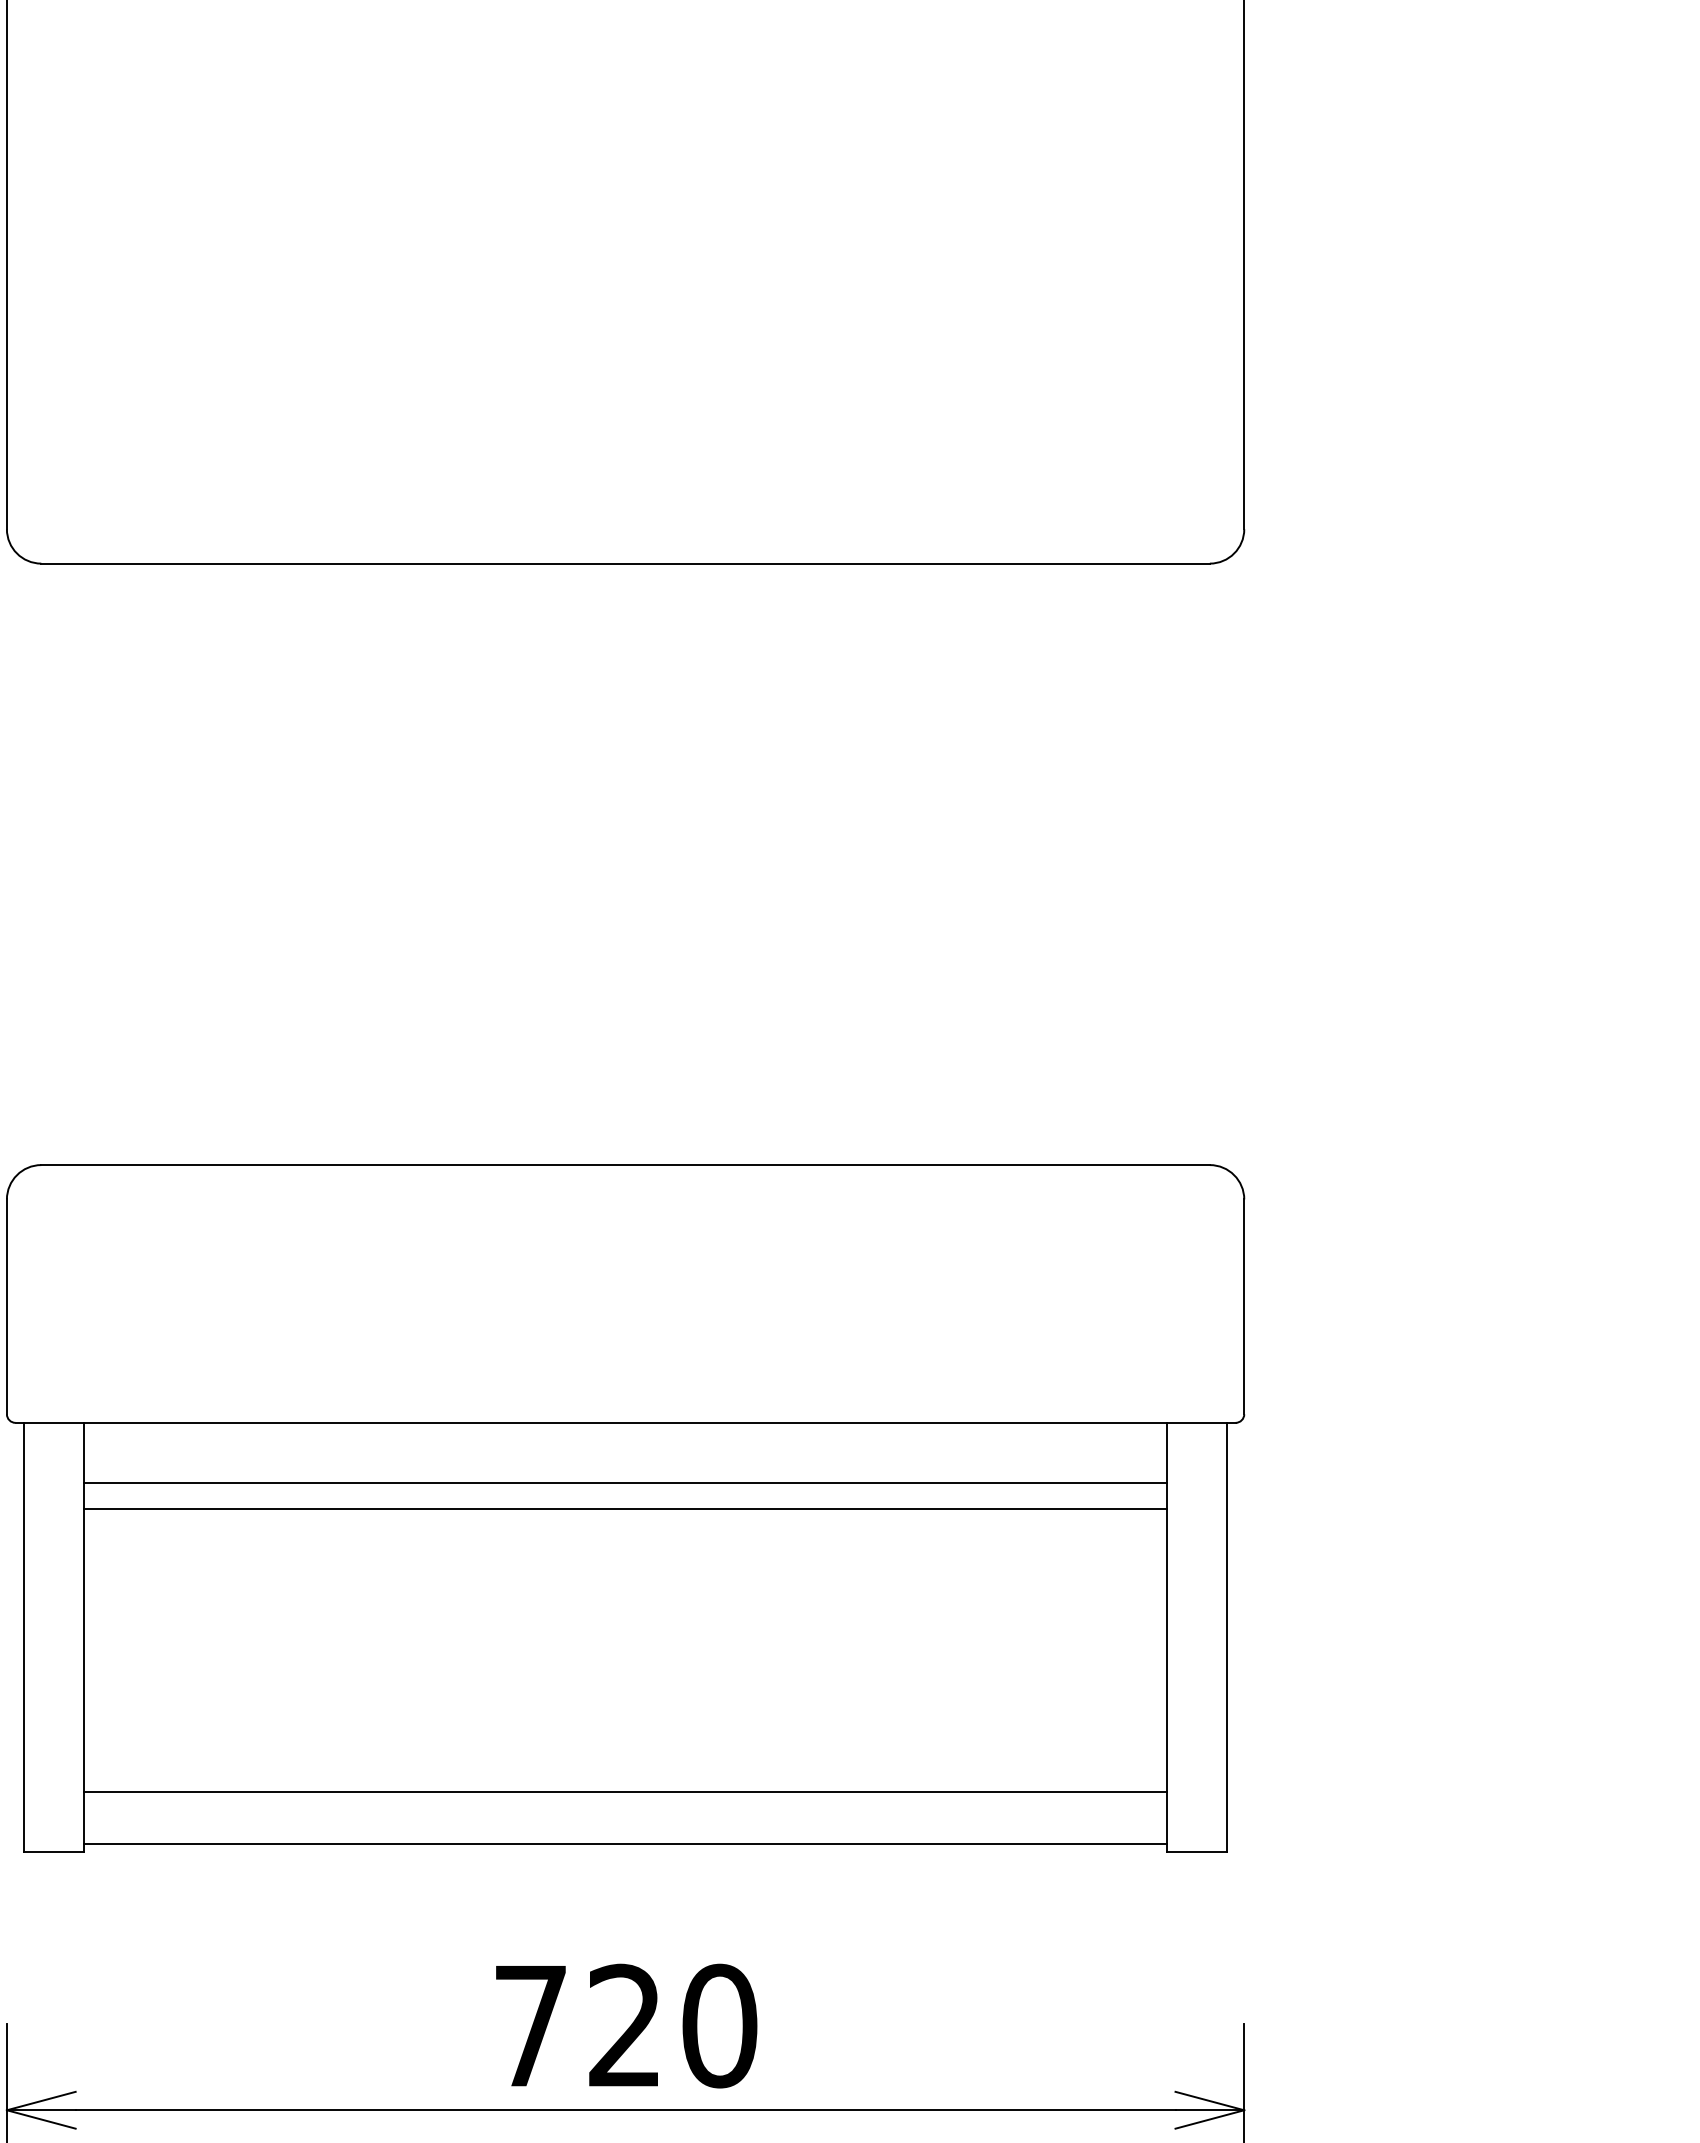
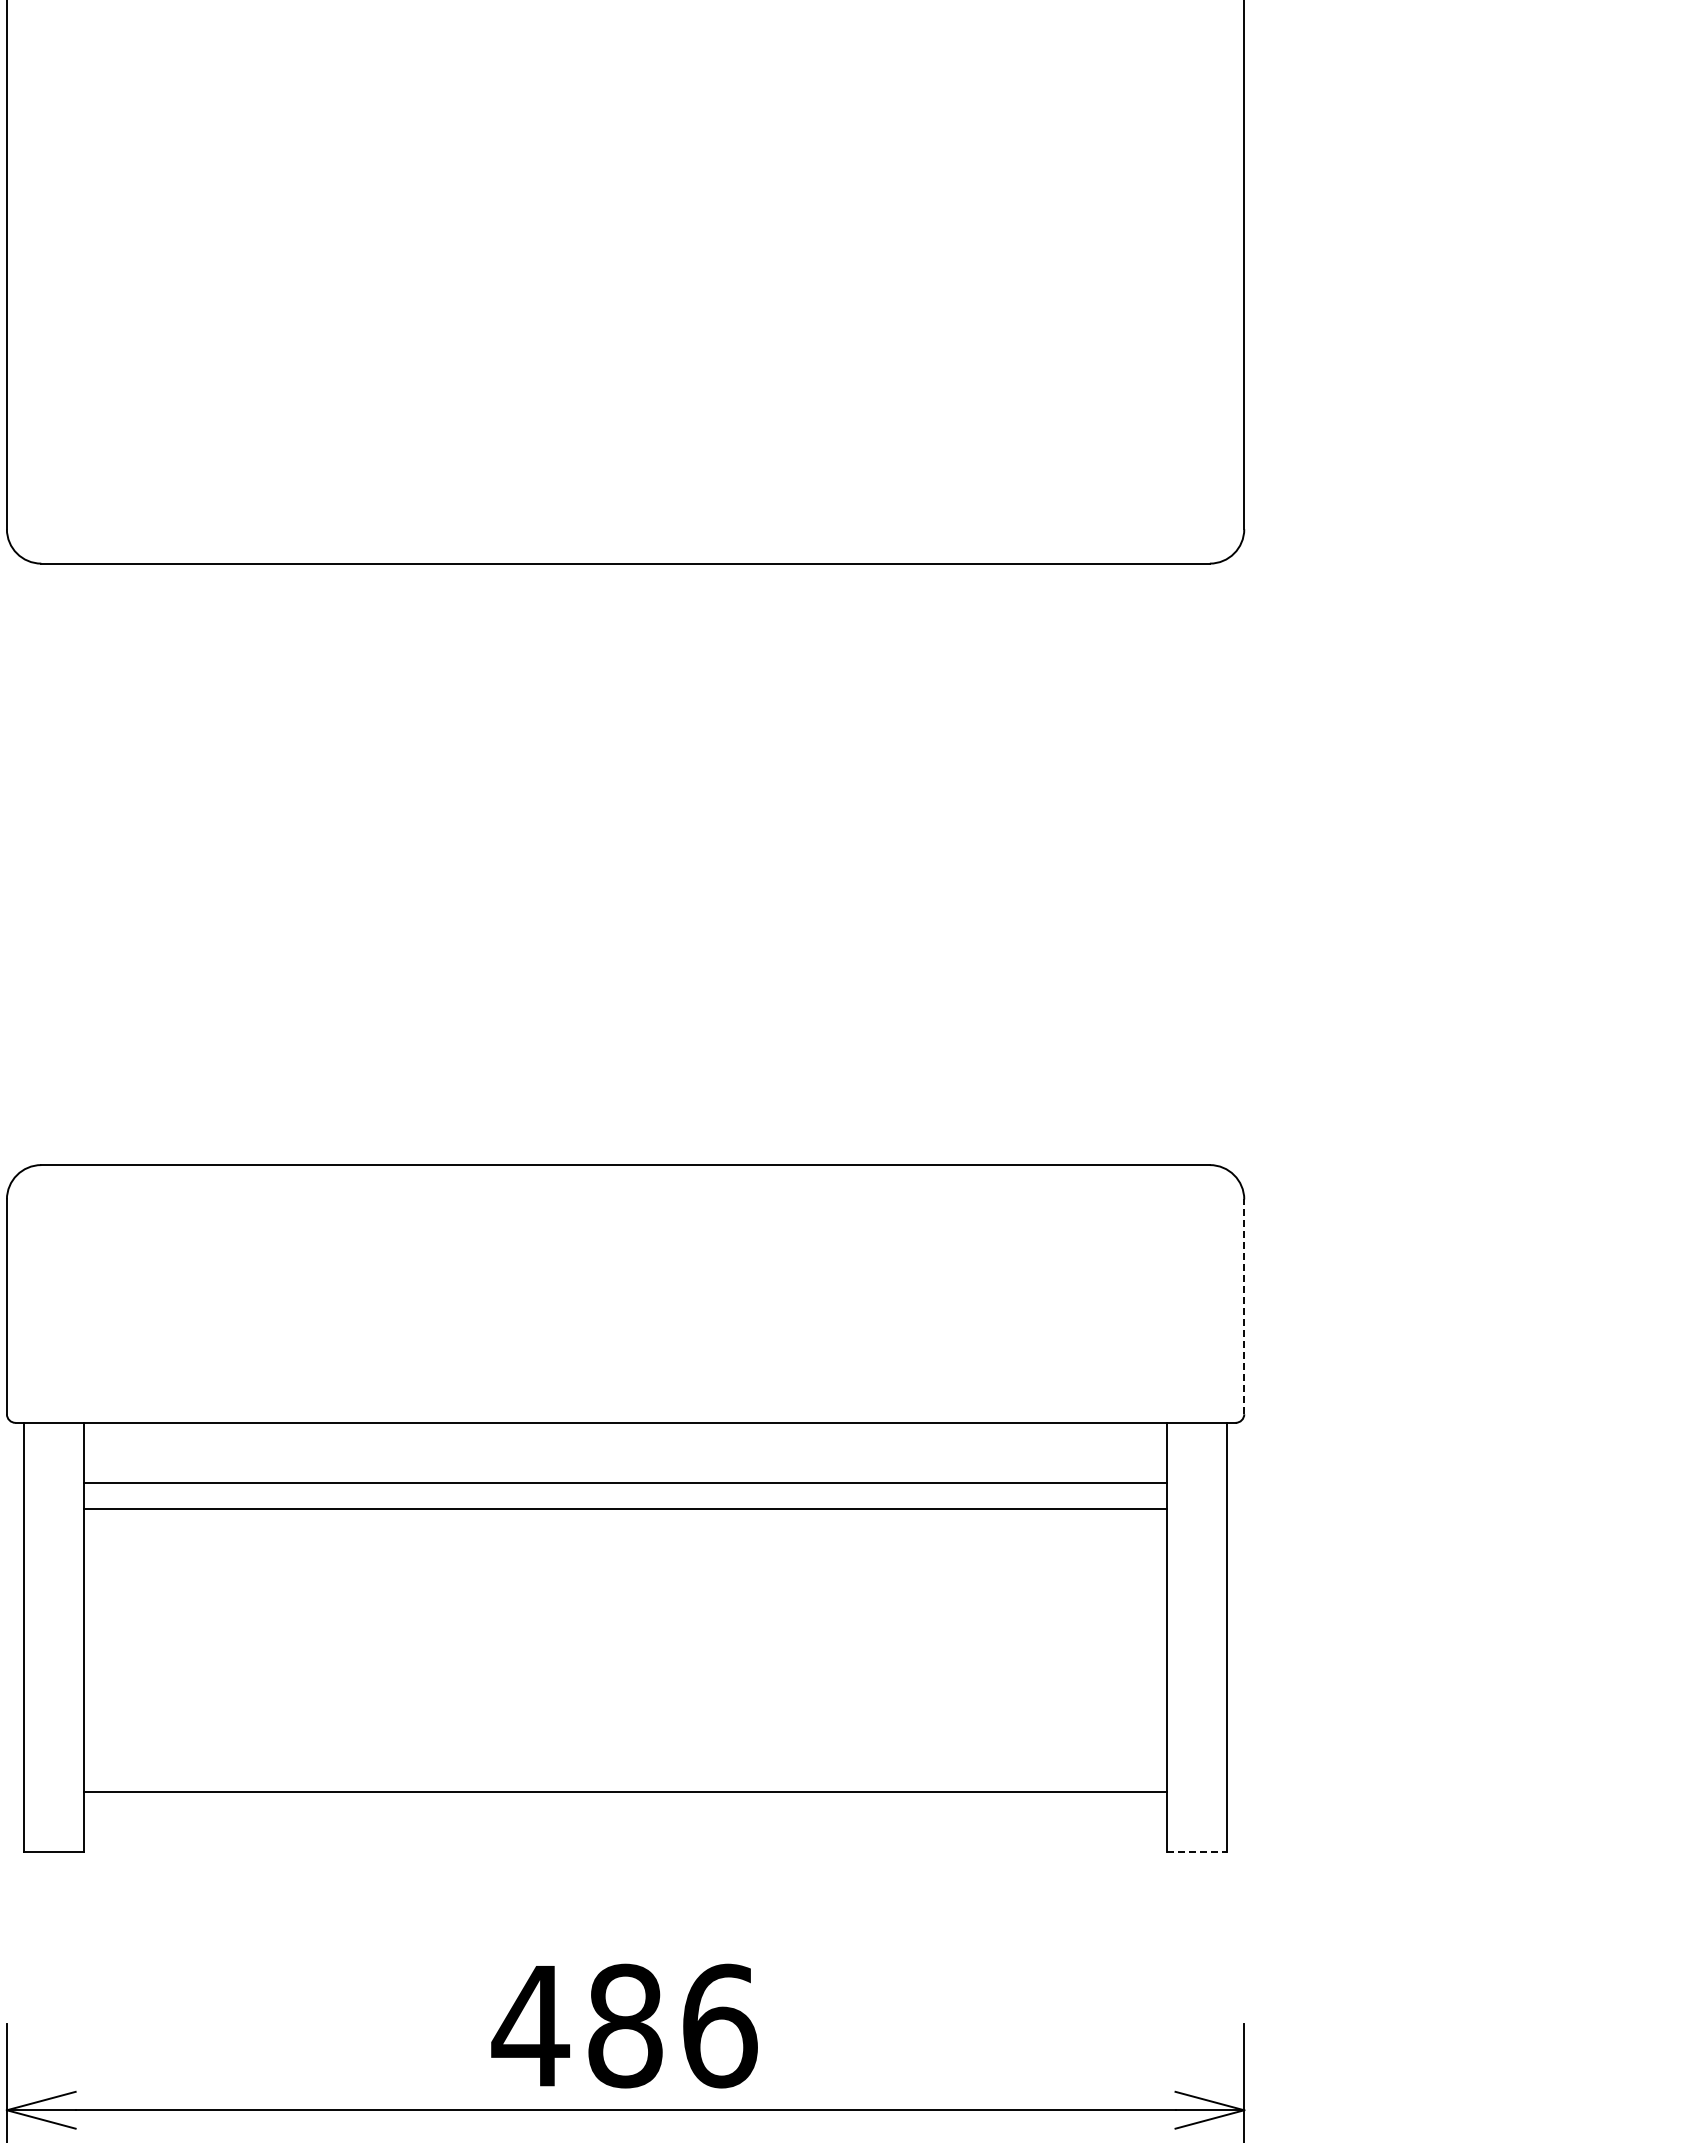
line at (1244, 1306): solid -> dashed
line at (625, 1843): present -> none
line at (1197, 1852): solid -> dashed
text at (624, 2025): 720 -> 486
